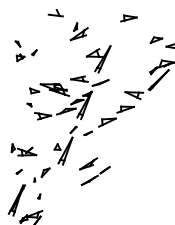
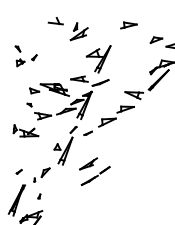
part at (55, 13) position: (55, 13) -> (55, 21)
part at (128, 18) position: (128, 18) -> (128, 25)
part at (25, 51) position: (25, 51) -> (25, 56)
part at (23, 149) position: (23, 149) -> (25, 130)
